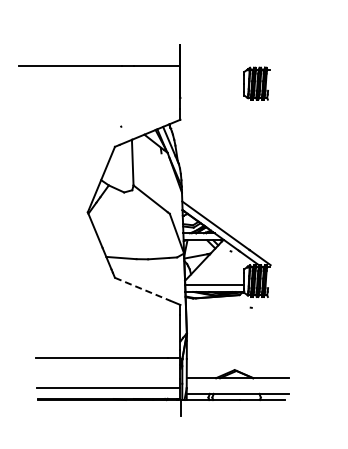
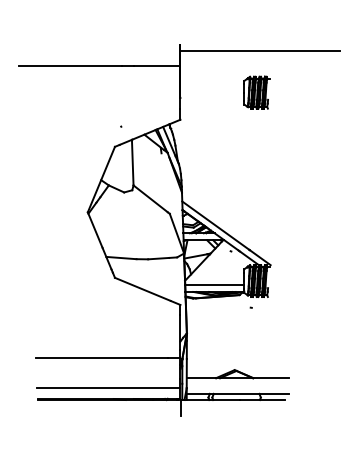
line at (260, 50): none -> present
part at (256, 83) position: (256, 83) -> (256, 92)
line at (143, 289): dashed -> solid
